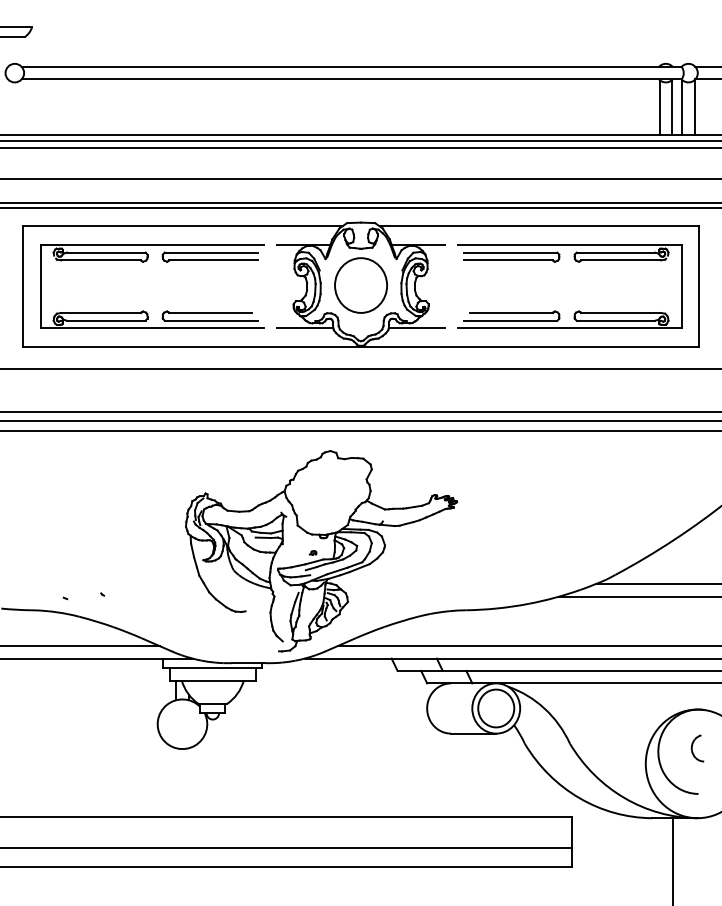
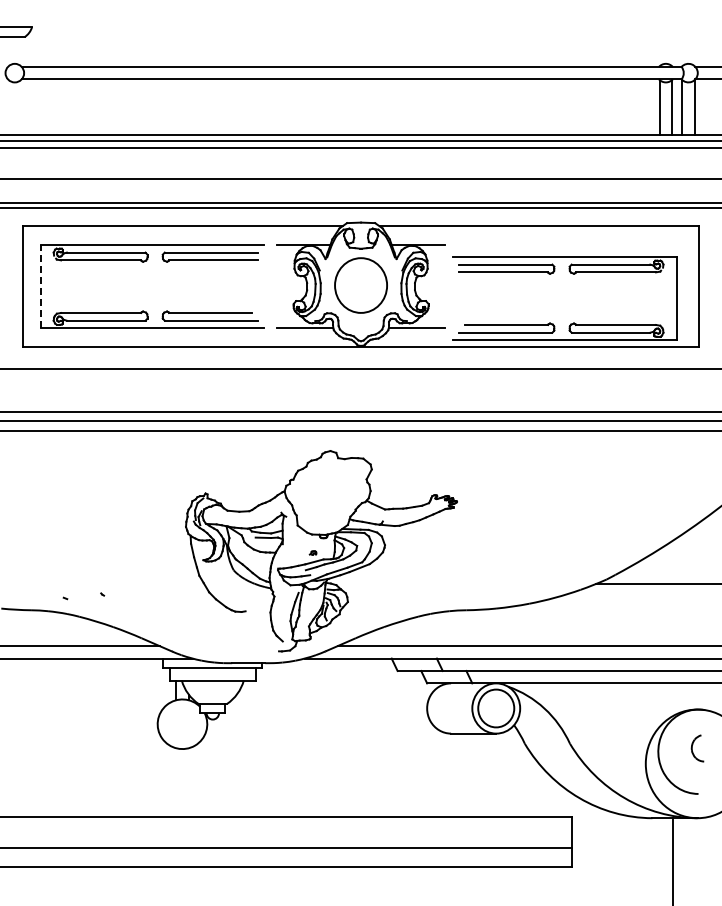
part at (577, 262) position: (577, 262) -> (572, 274)
line at (40, 286): solid -> dashed
line at (638, 596): present -> none
